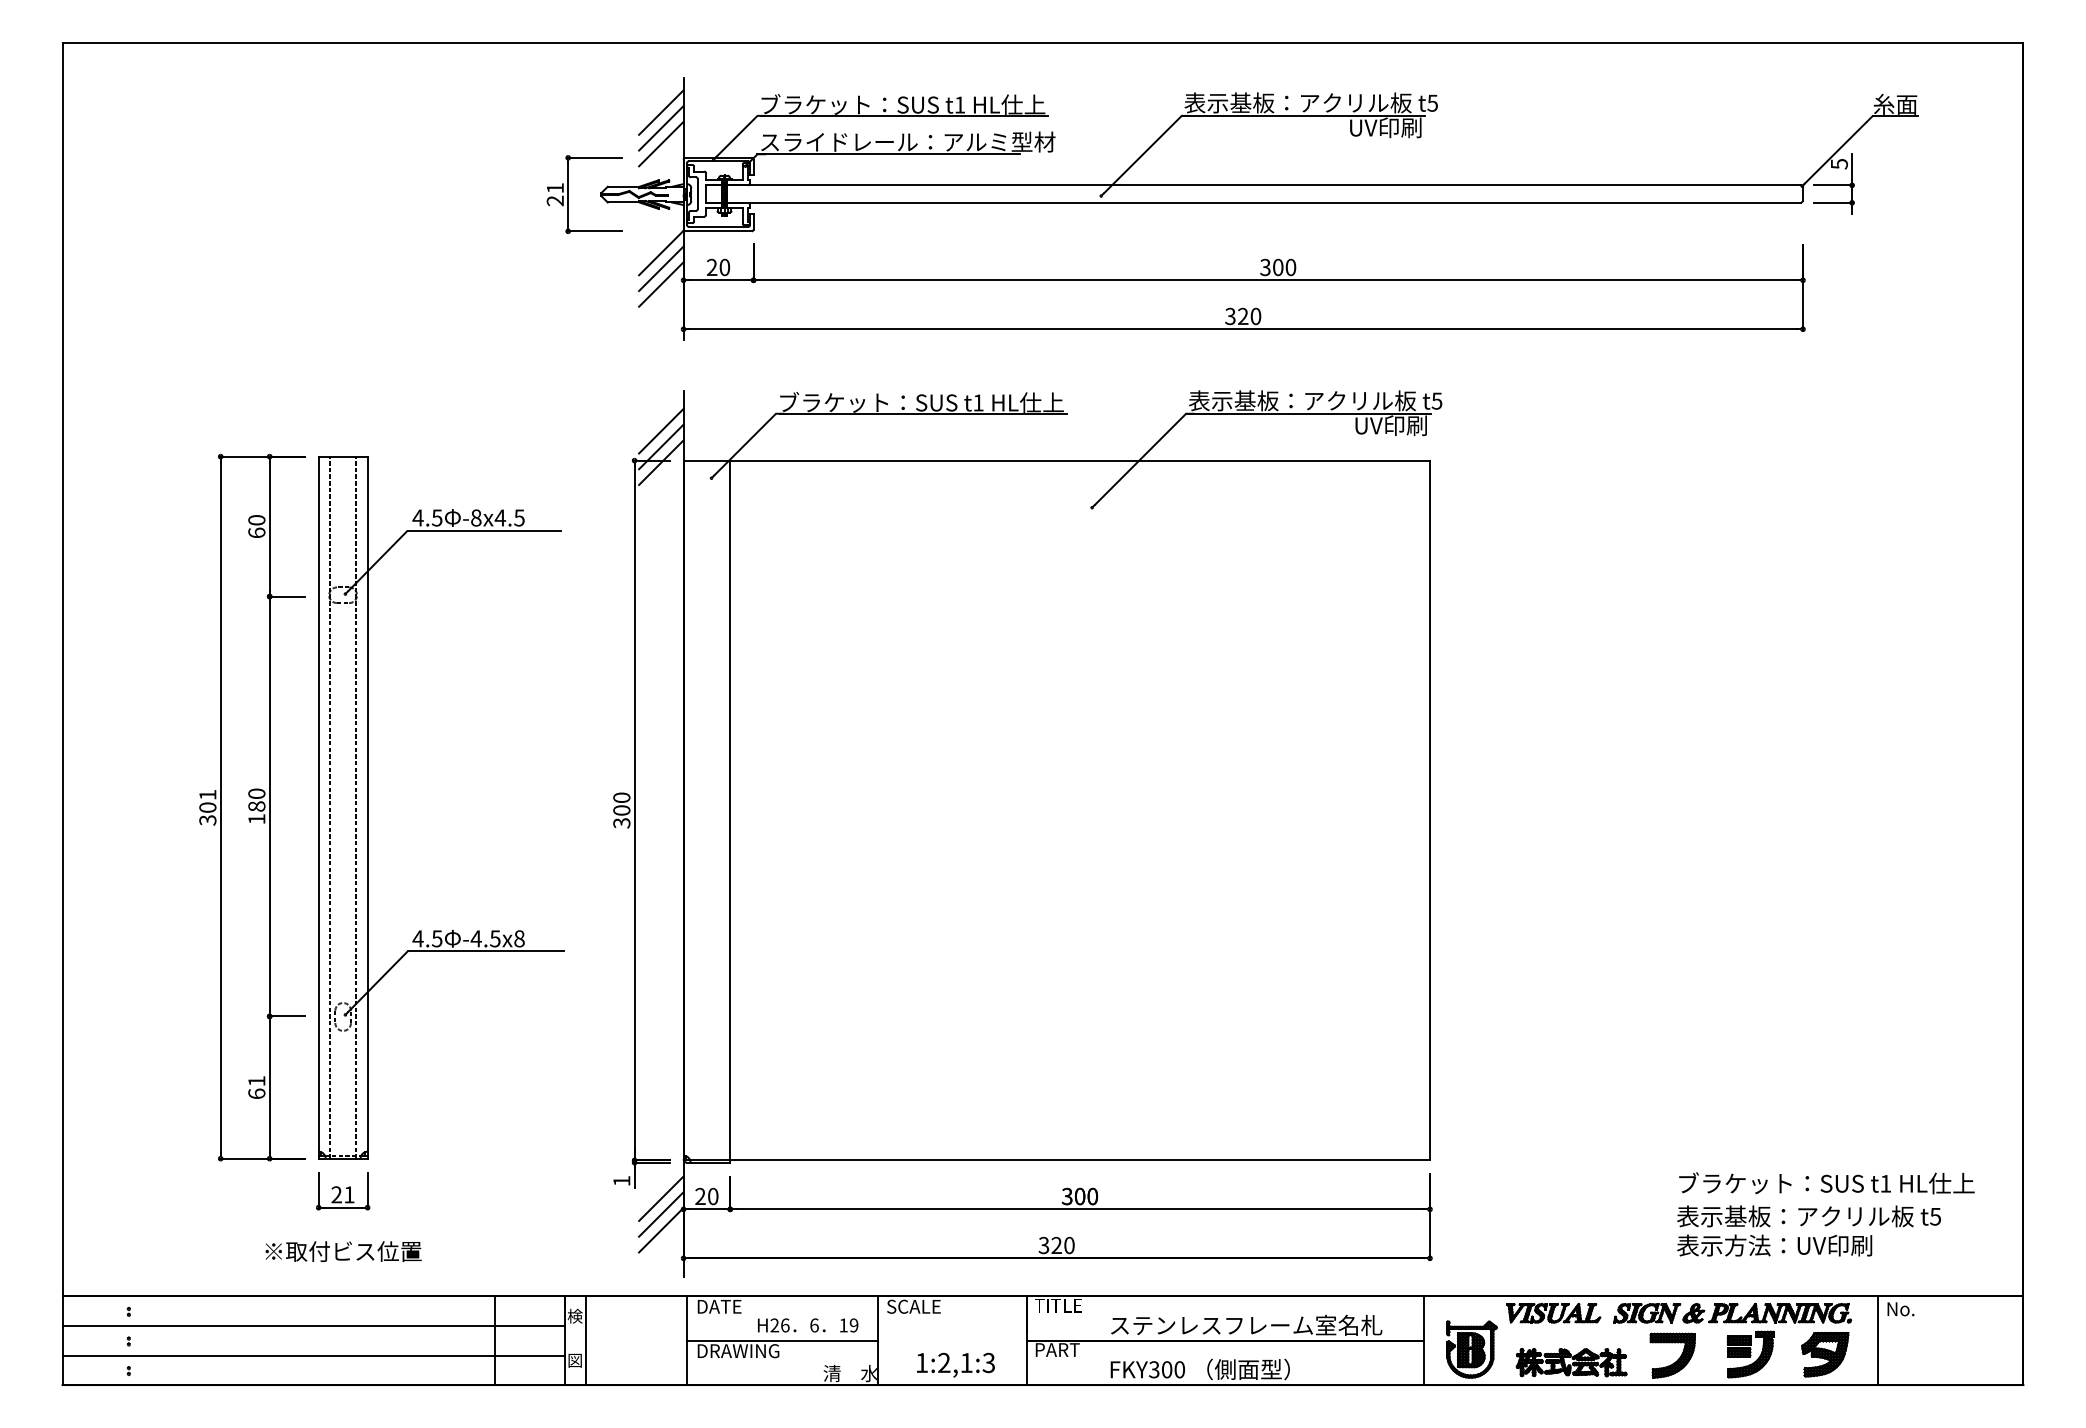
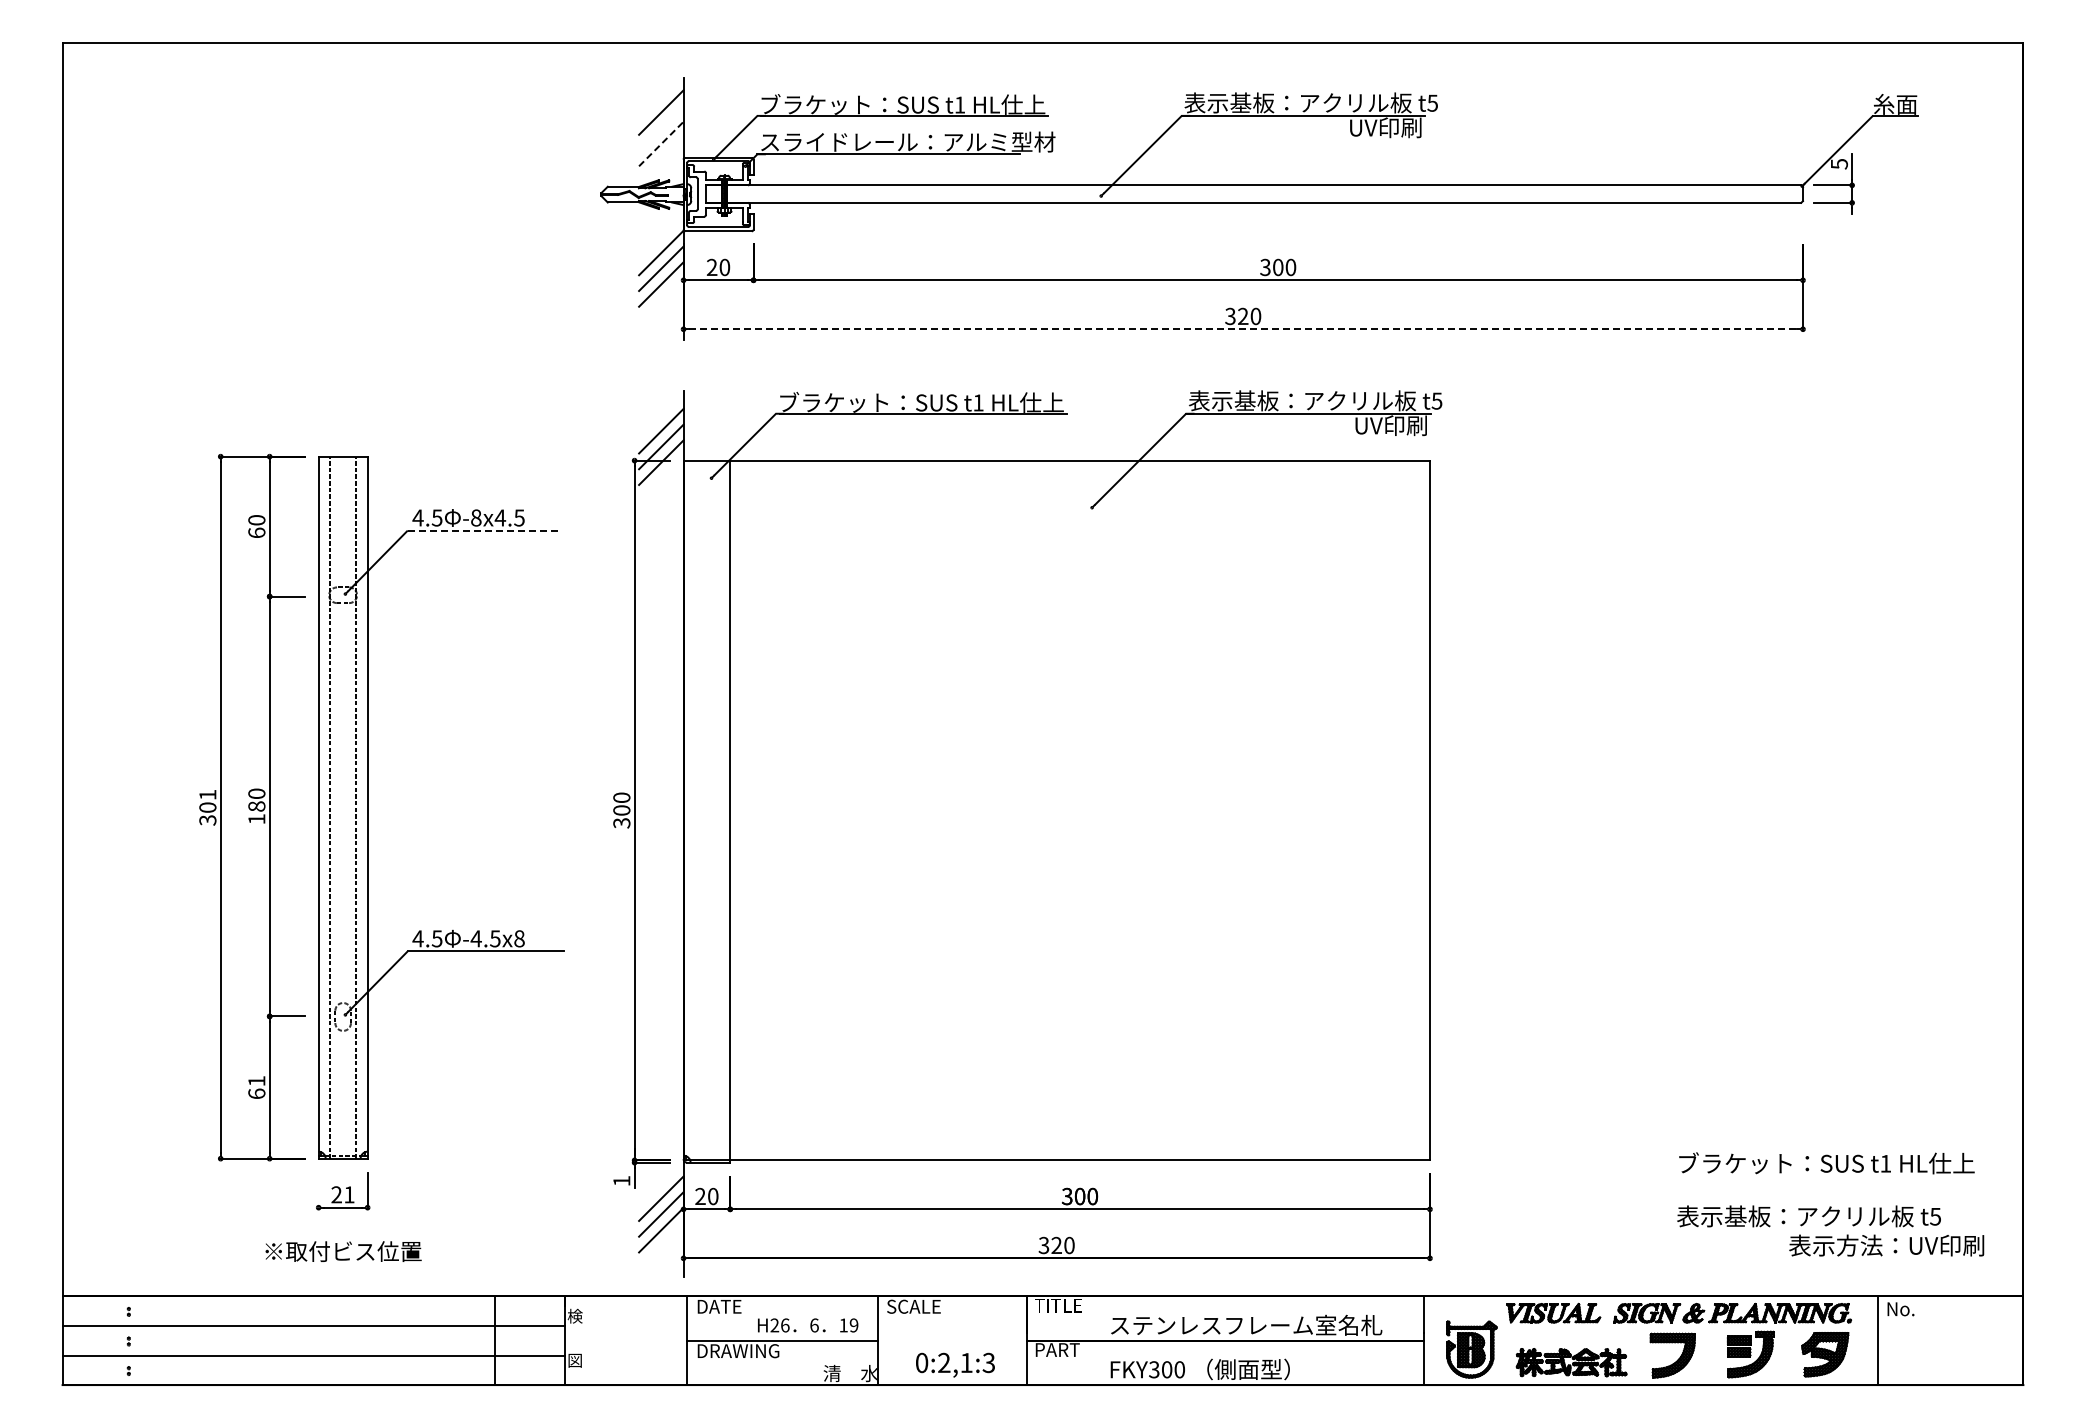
line at (661, 128): present -> none
line at (661, 143): solid -> dashed
part at (568, 194): present -> none
line at (1243, 329): solid -> dashed
line at (484, 530): solid -> dashed
text at (1826, 1183) position: (1826, 1183) -> (1826, 1163)
line at (318, 1189): present -> none
text at (1774, 1245) position: (1774, 1245) -> (1886, 1245)
line at (585, 1340): present -> none
text at (922, 1362): 1:2,1:3 -> 0:2,1:3
